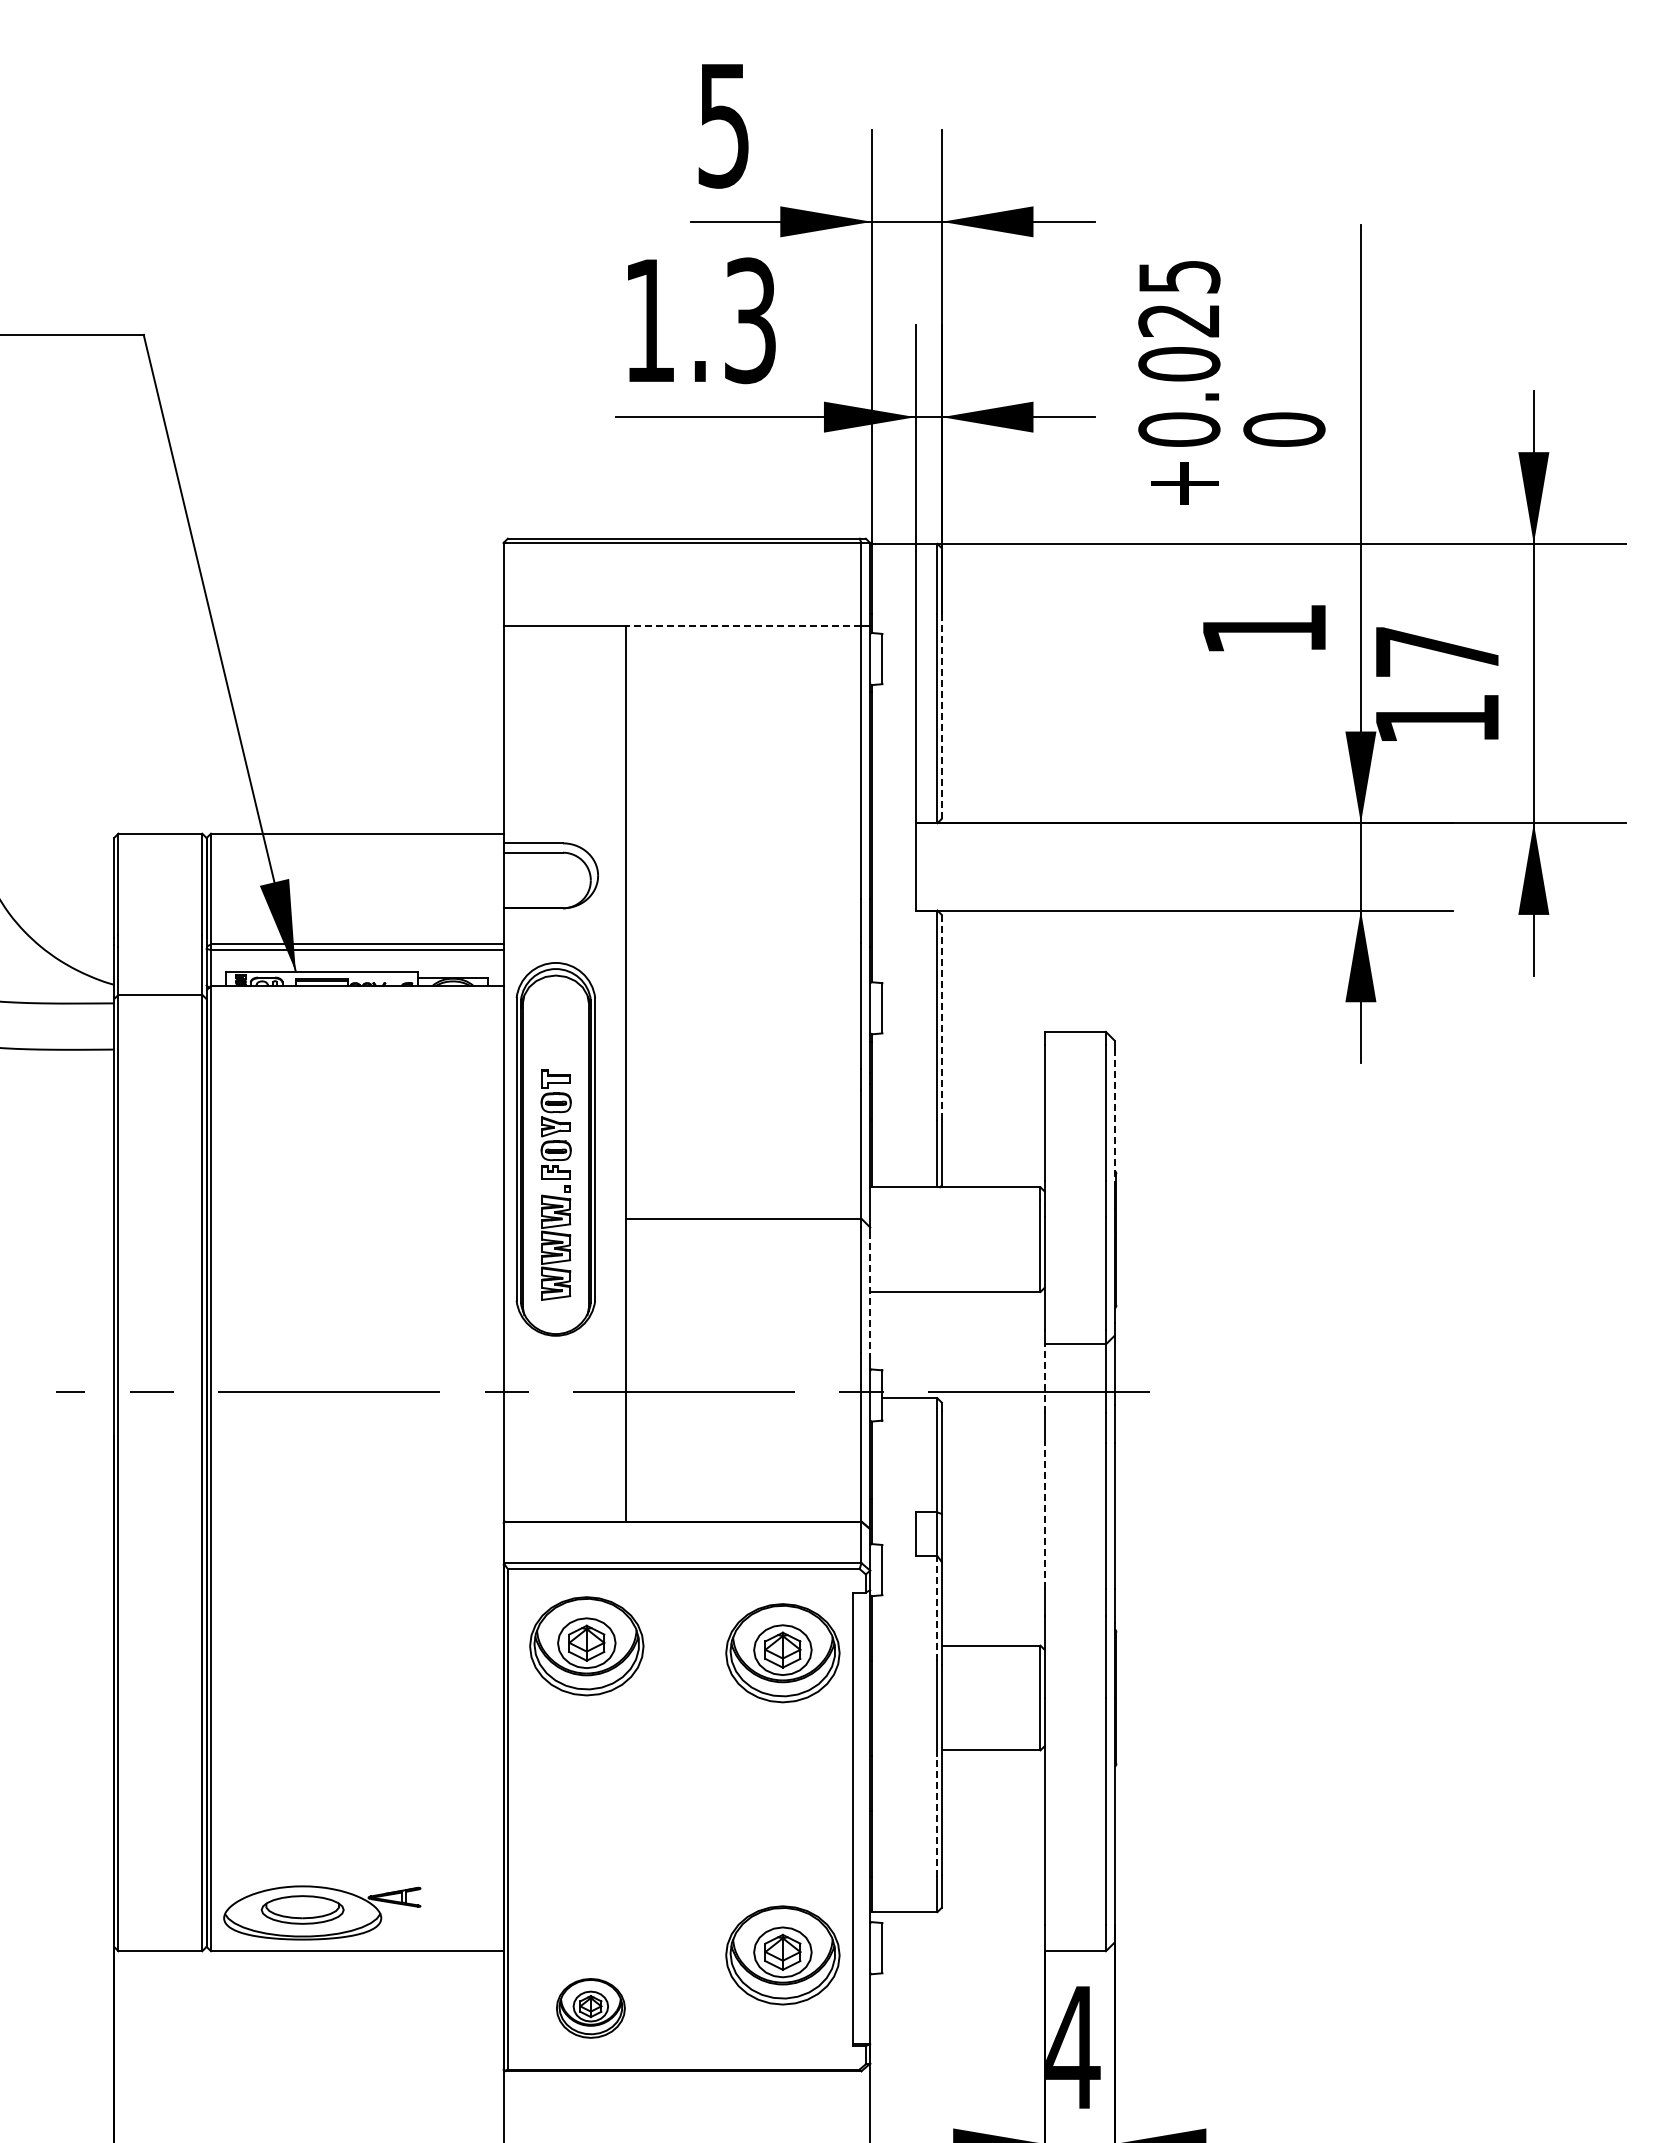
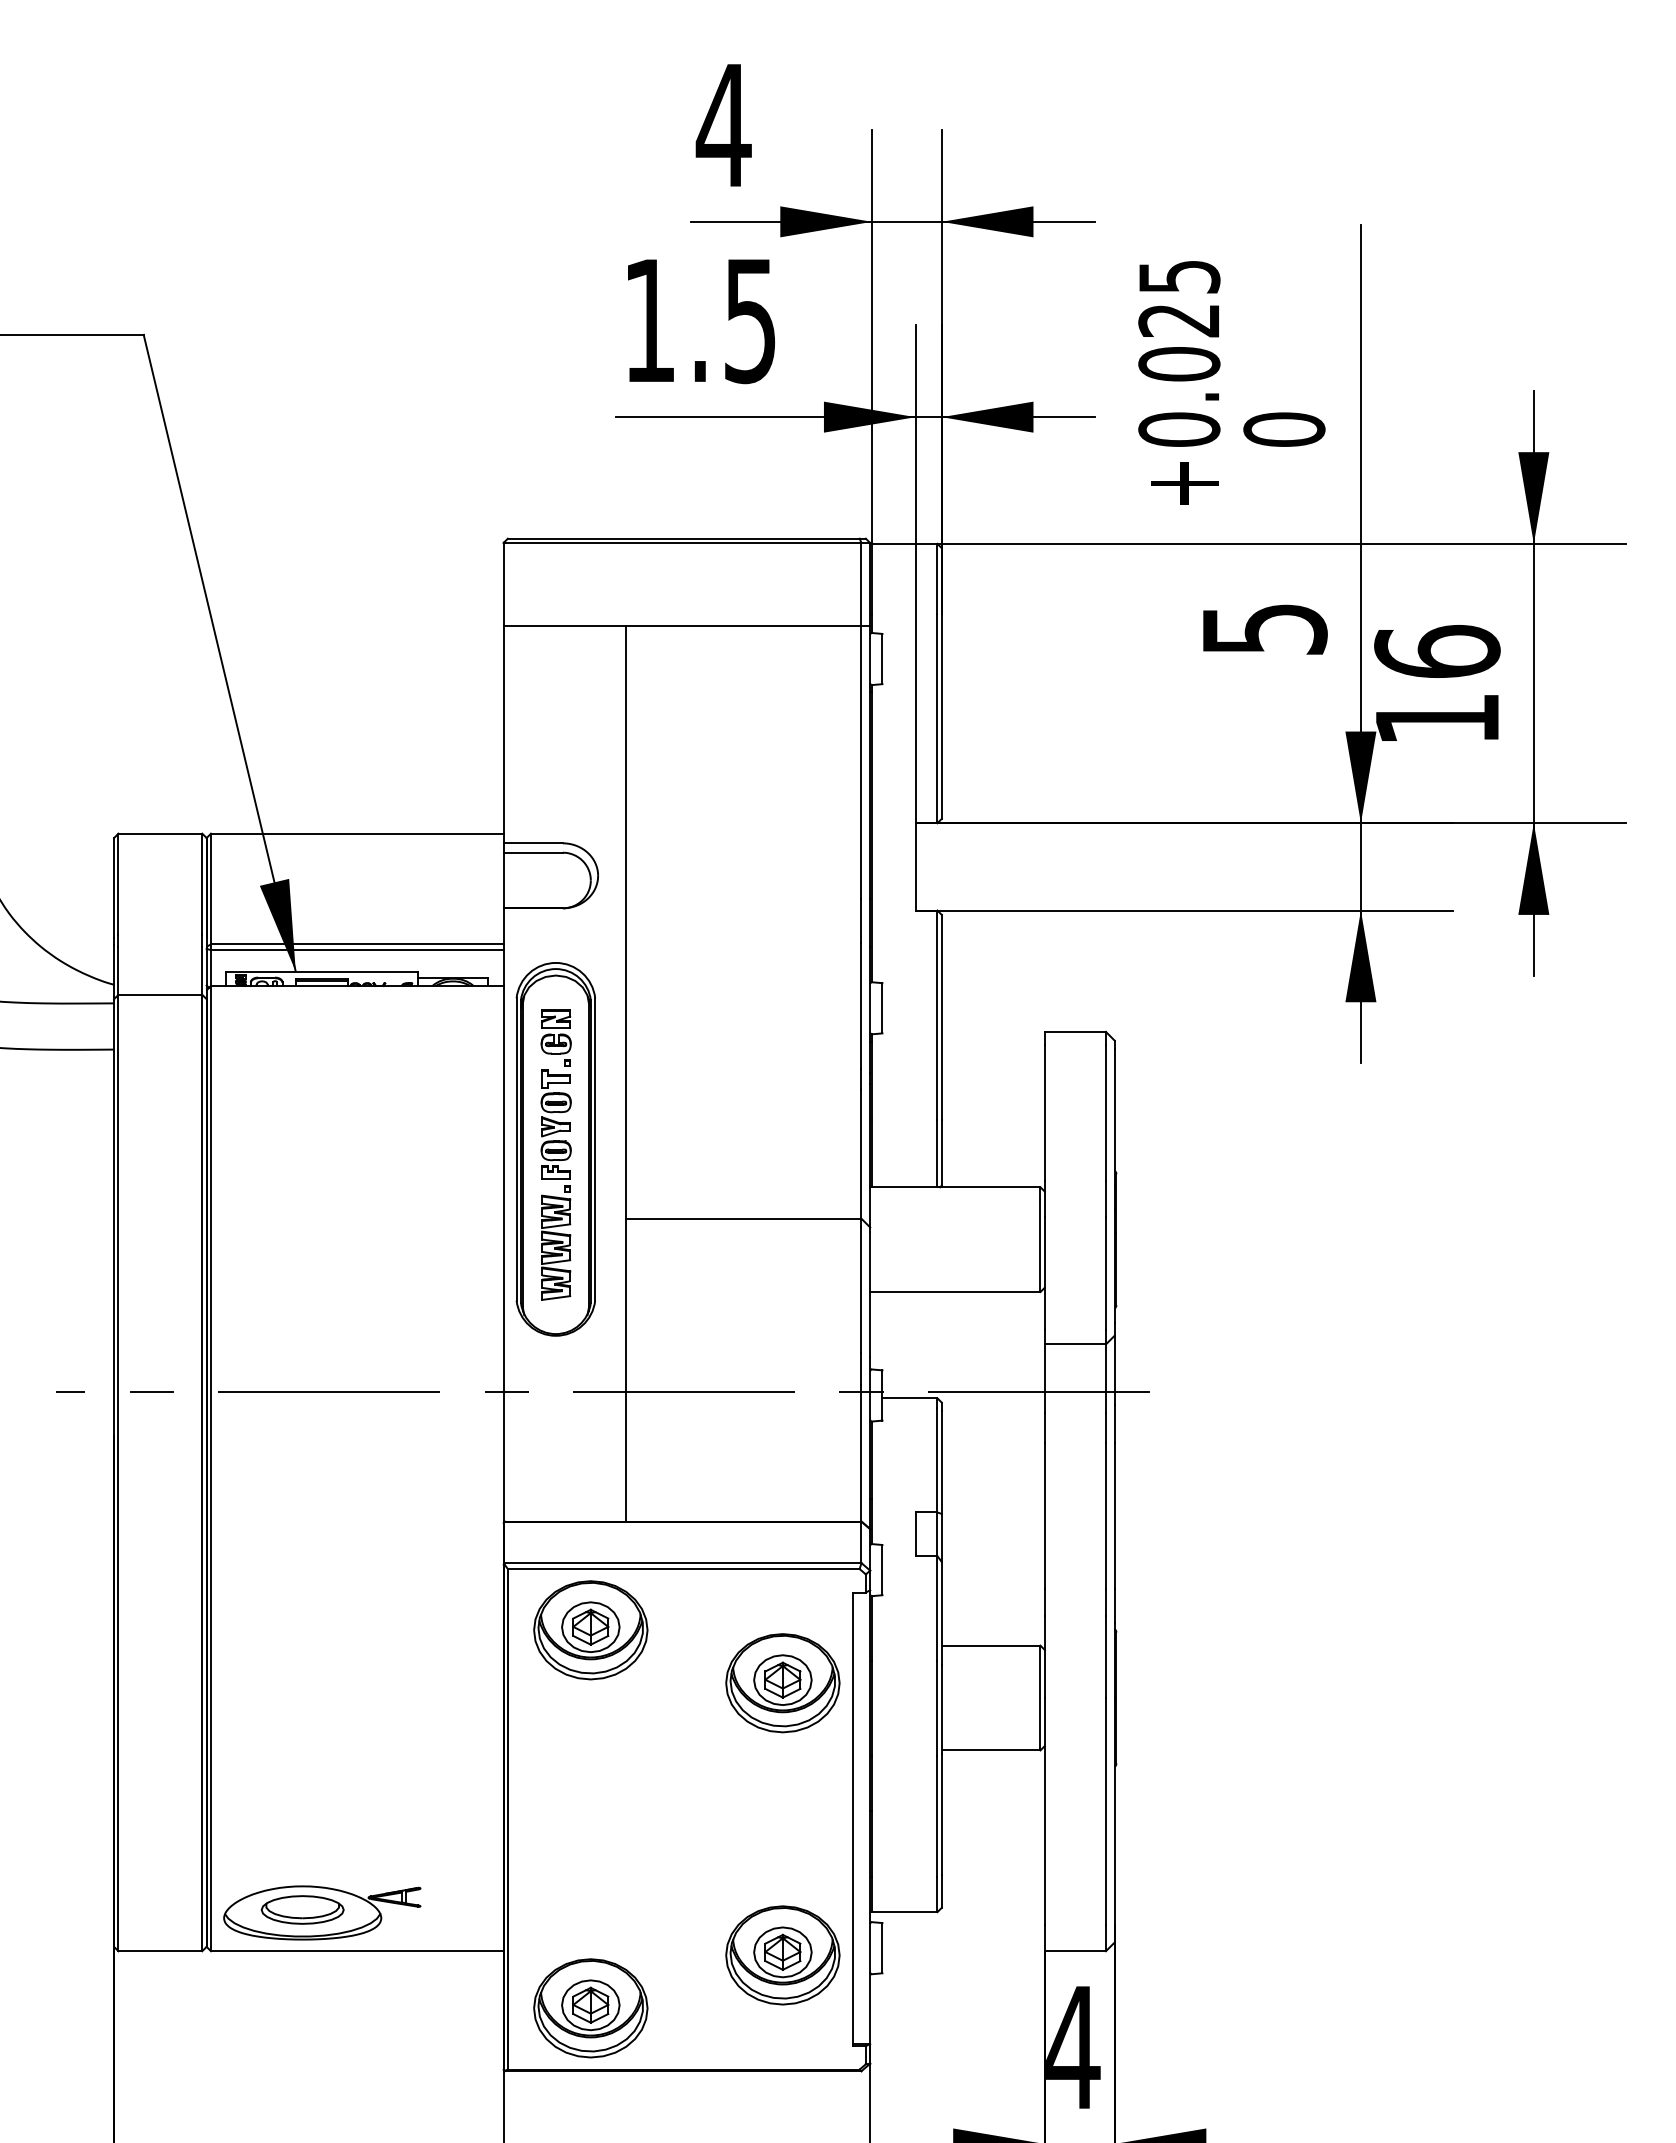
text at (723, 126): 5 -> 4
text at (750, 320): 1.3 -> 1.5
line at (743, 626): dashed -> solid
text at (1265, 629): 1 -> 5
text at (1437, 651): 17 -> 16
line at (941, 716): dashed -> solid
line at (941, 1017): dashed -> solid
part at (555, 1037): none -> present
line at (1114, 1117): dashed -> solid
line at (870, 1294): dashed -> solid
line at (1044, 1378): dashed -> solid
line at (1044, 1515): dashed -> solid
line at (937, 1607): dashed -> solid
part at (586, 1646) position: (586, 1646) -> (590, 1630)
part at (782, 1653) position: (782, 1653) -> (782, 1683)
line at (937, 1816): dashed -> solid
part at (590, 2008) size: 70x61 px -> 116x101 px
